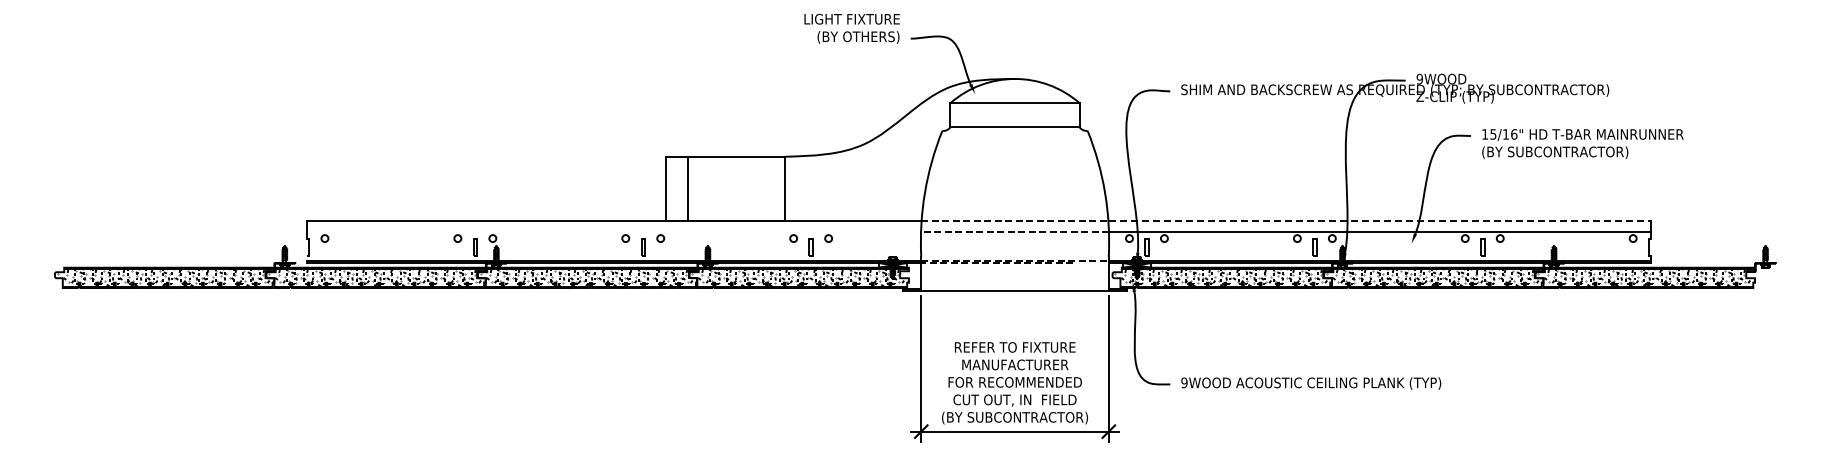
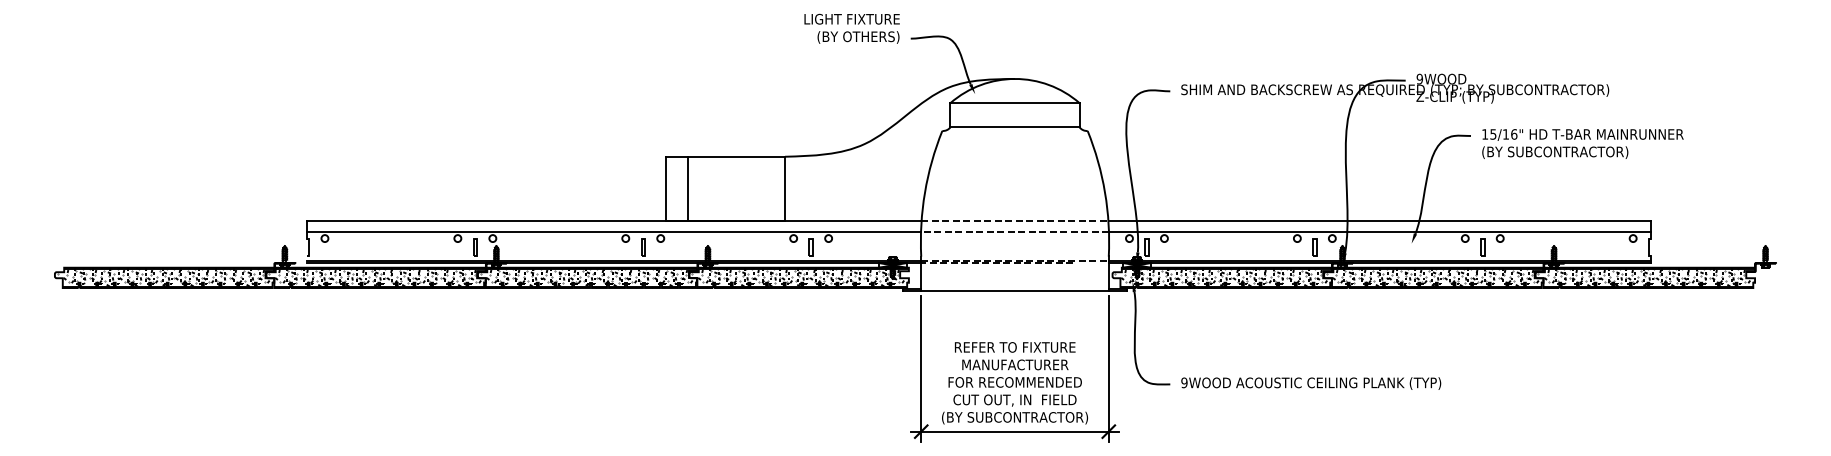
line at (1379, 221): dashed -> solid
line at (613, 232): none -> present
